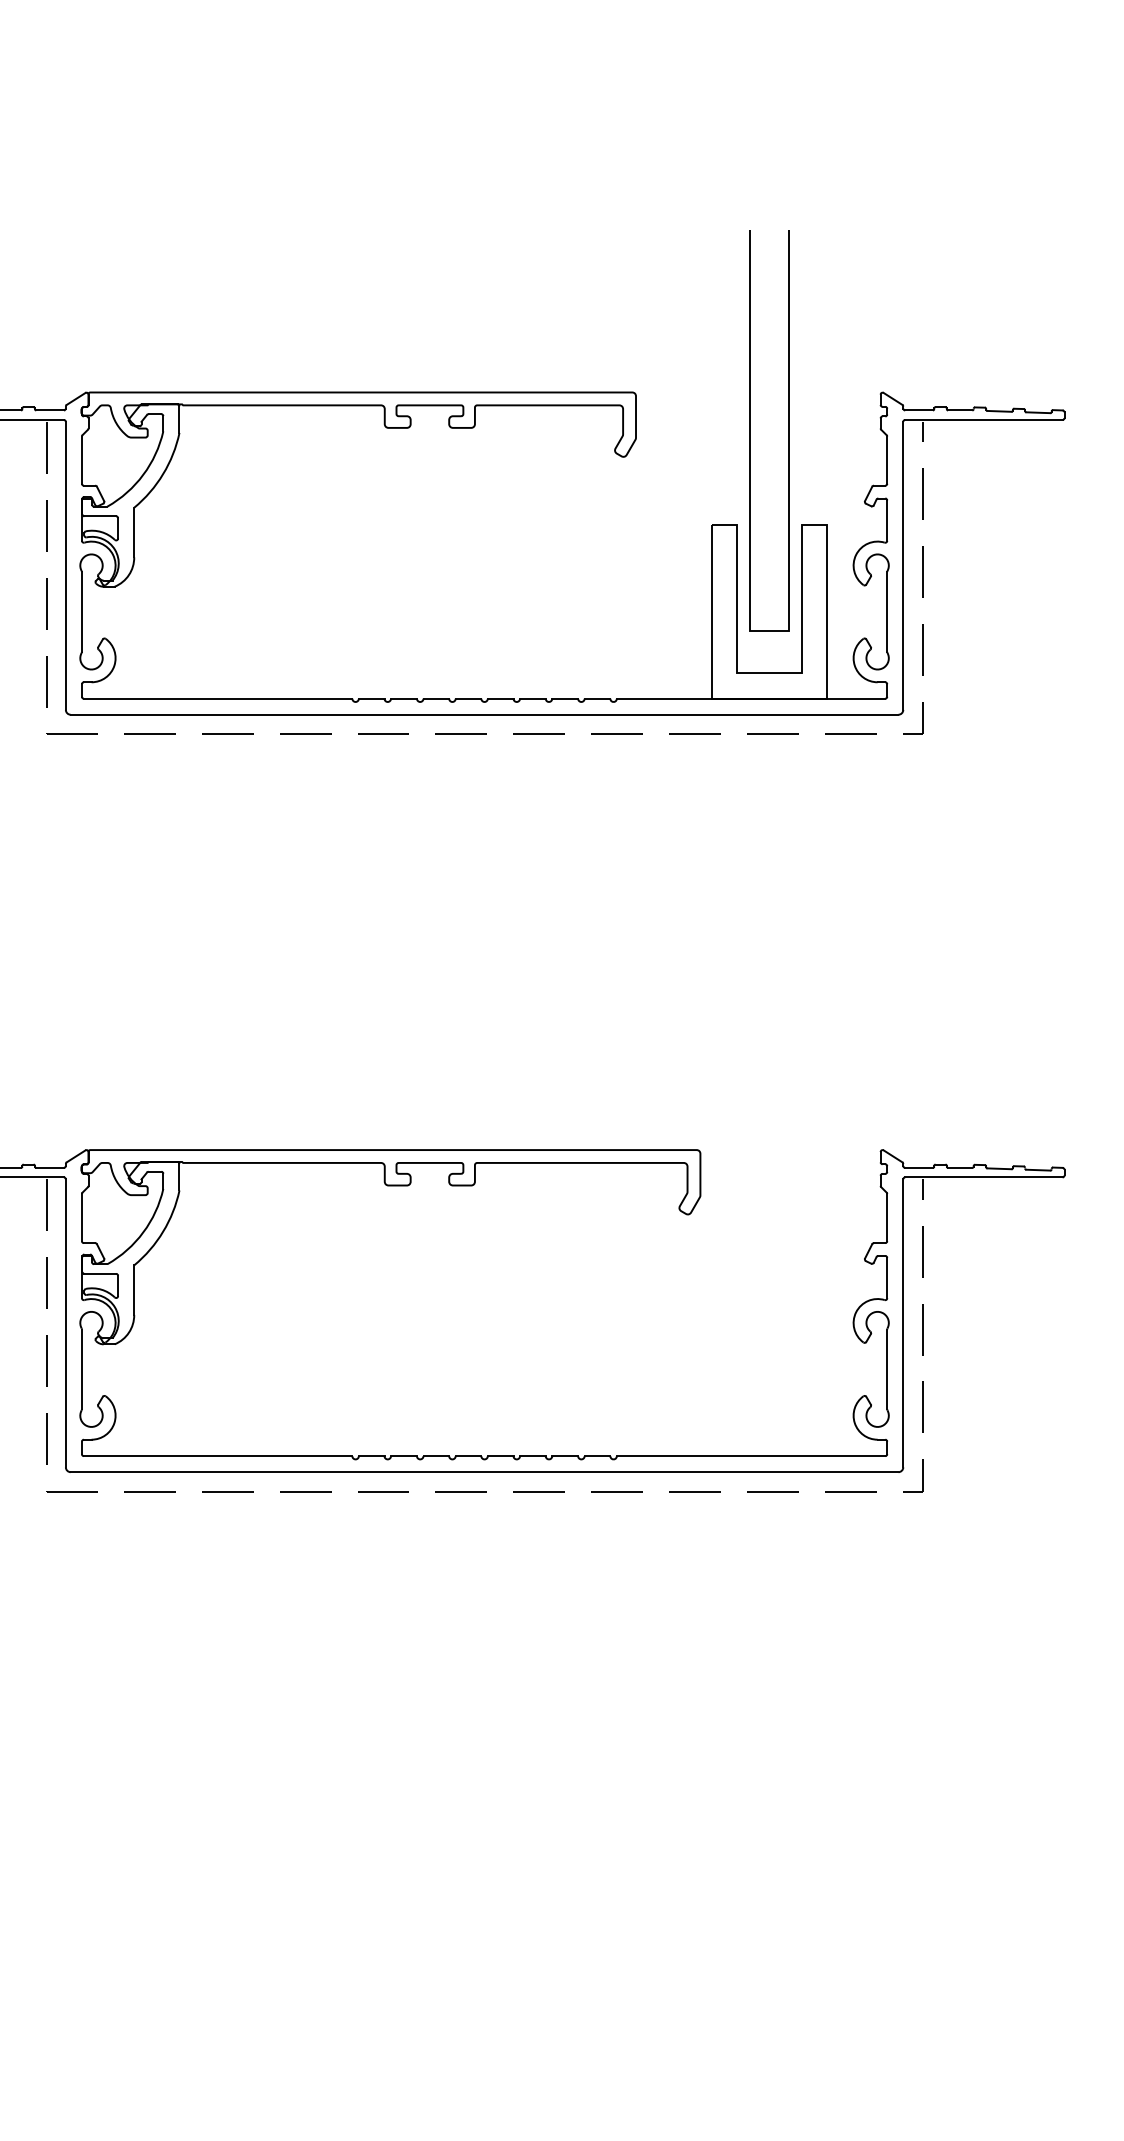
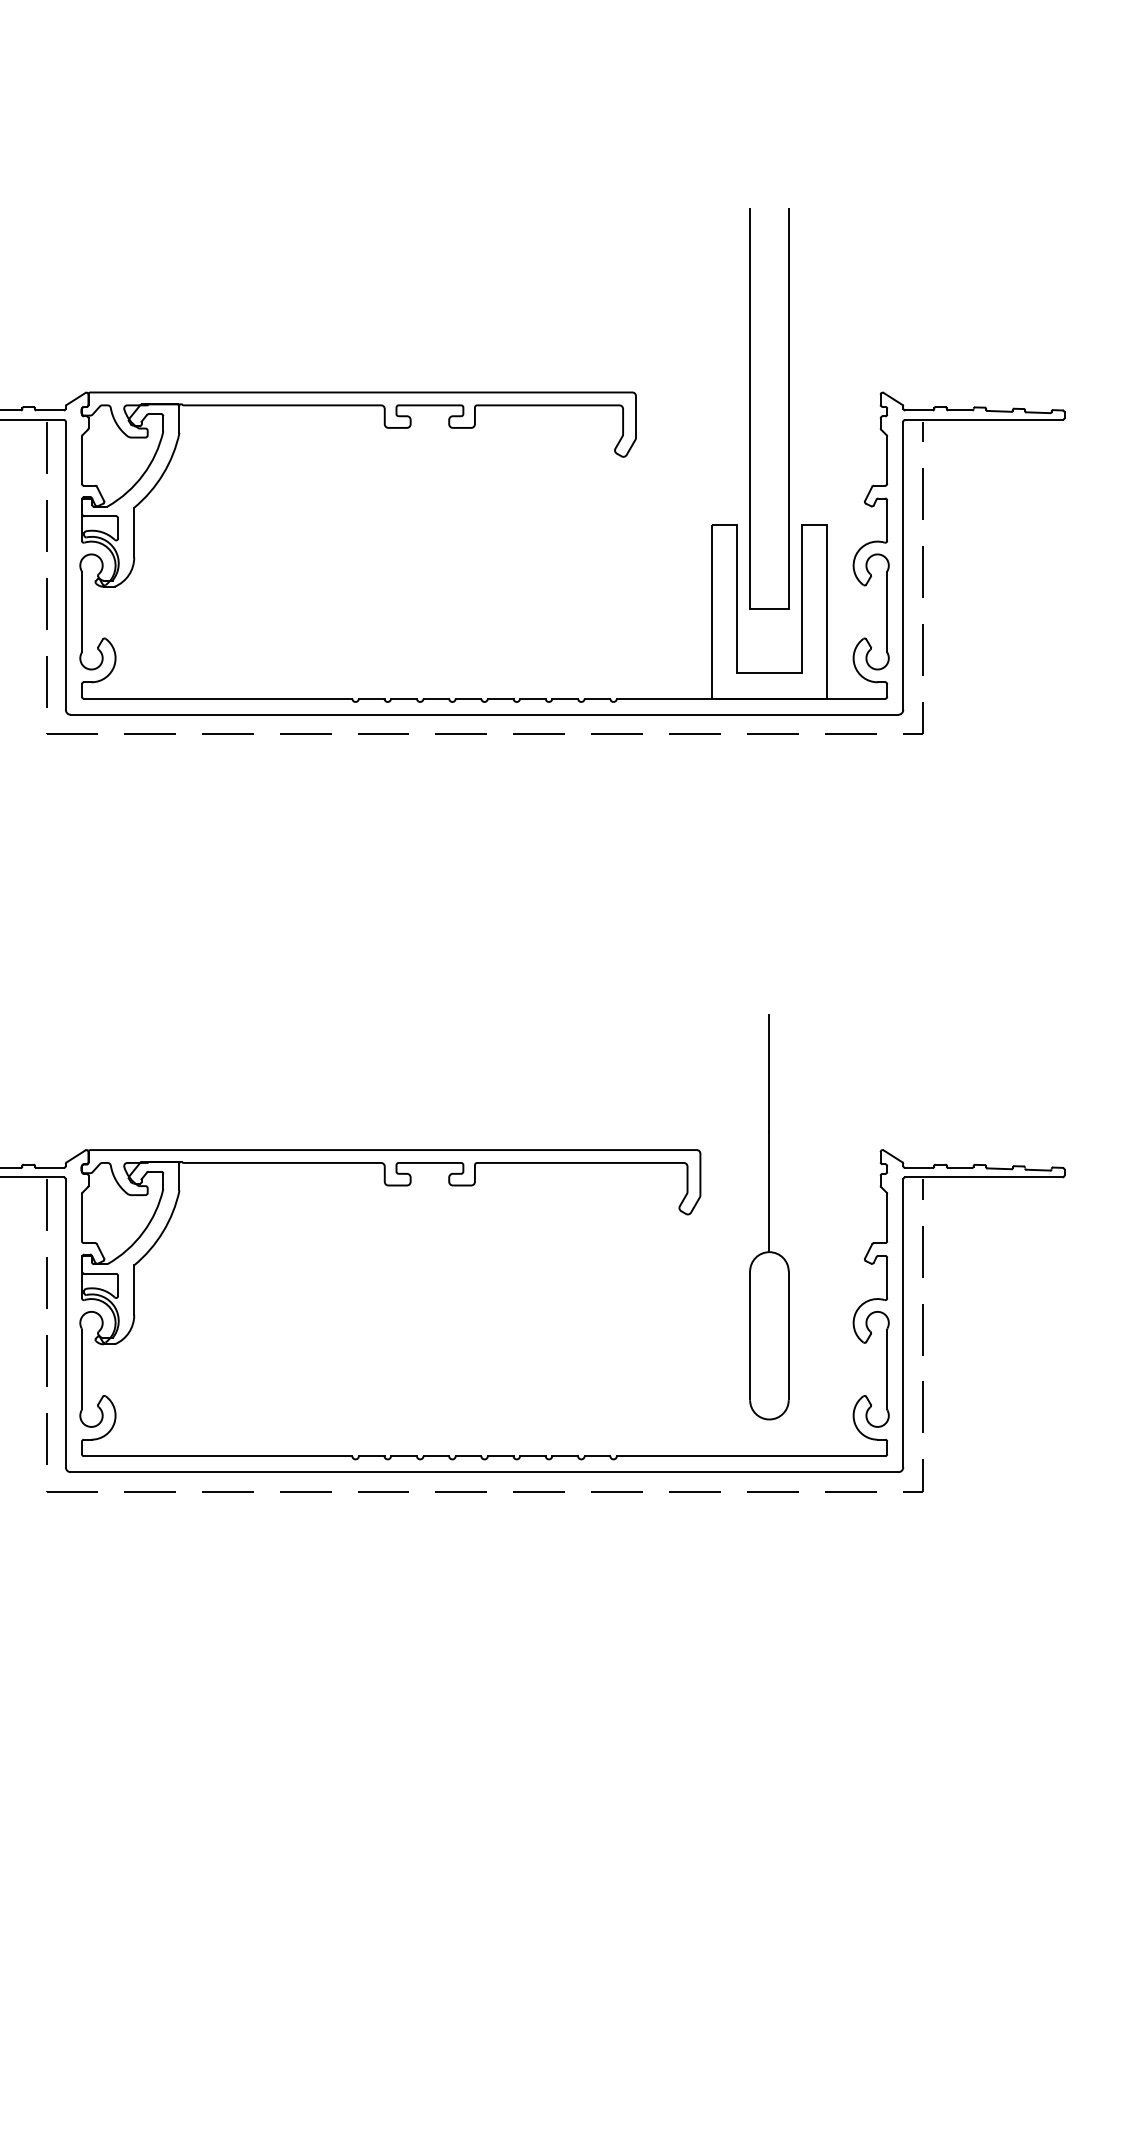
line at (750, 430) position: (750, 430) -> (750, 408)
part at (769, 1217): none -> present
